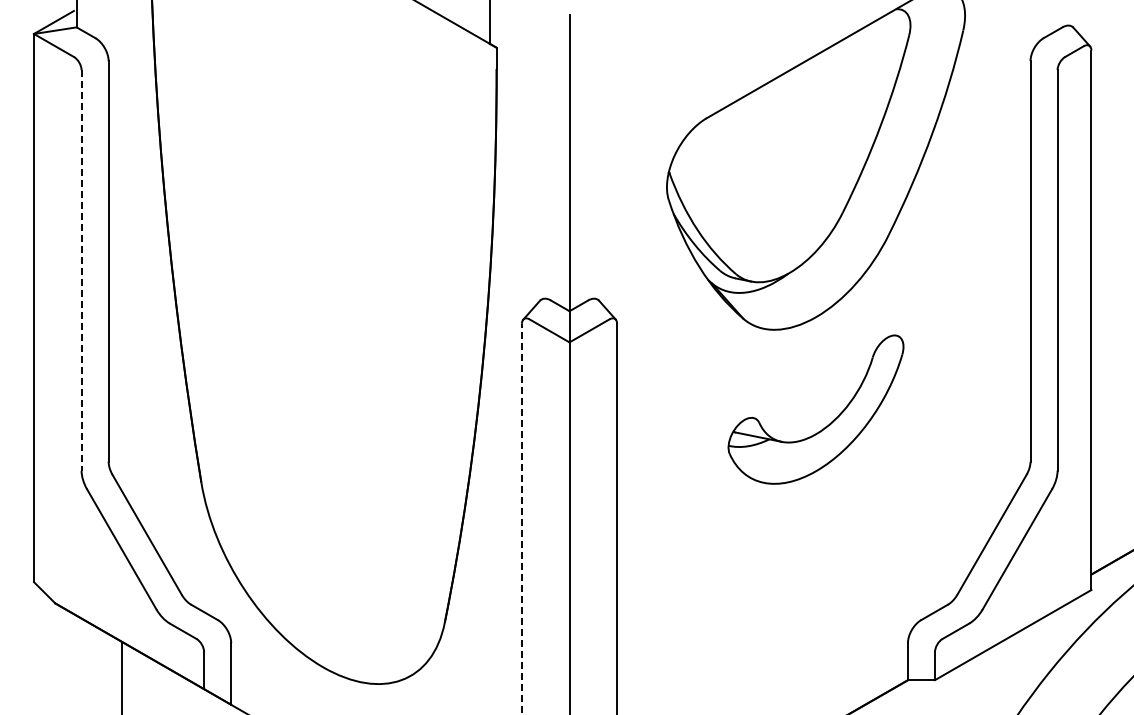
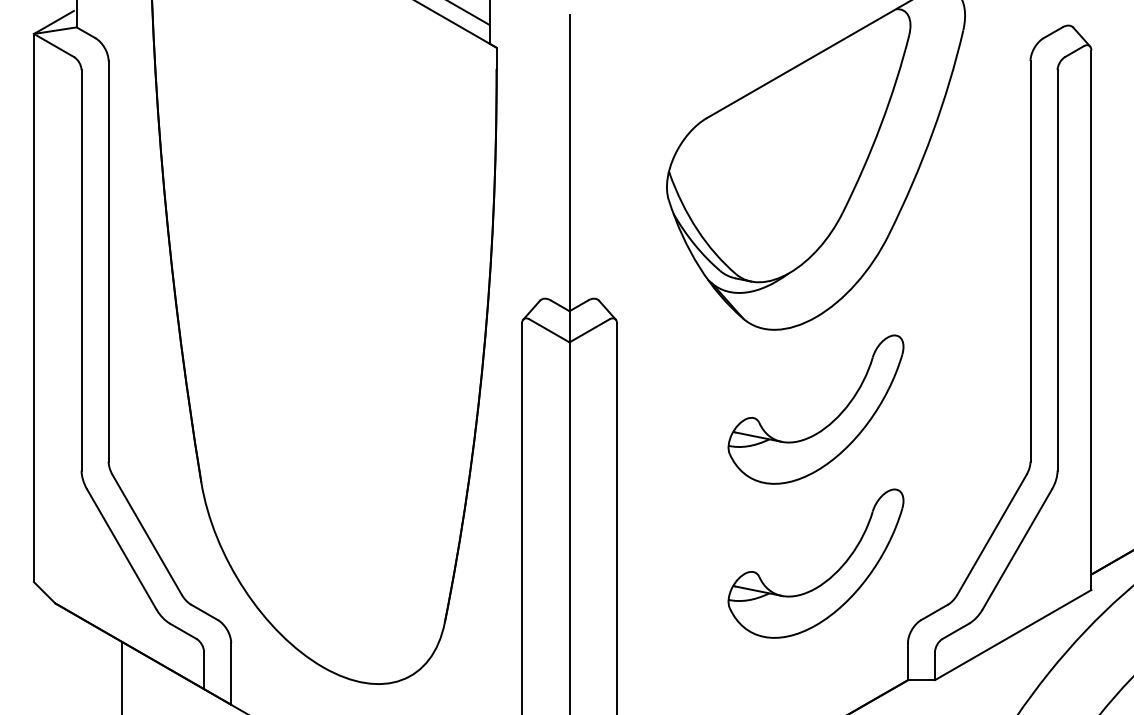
line at (469, 13): none -> present
line at (81, 270): dashed -> solid
line at (521, 518): dashed -> solid
part at (826, 579): none -> present
